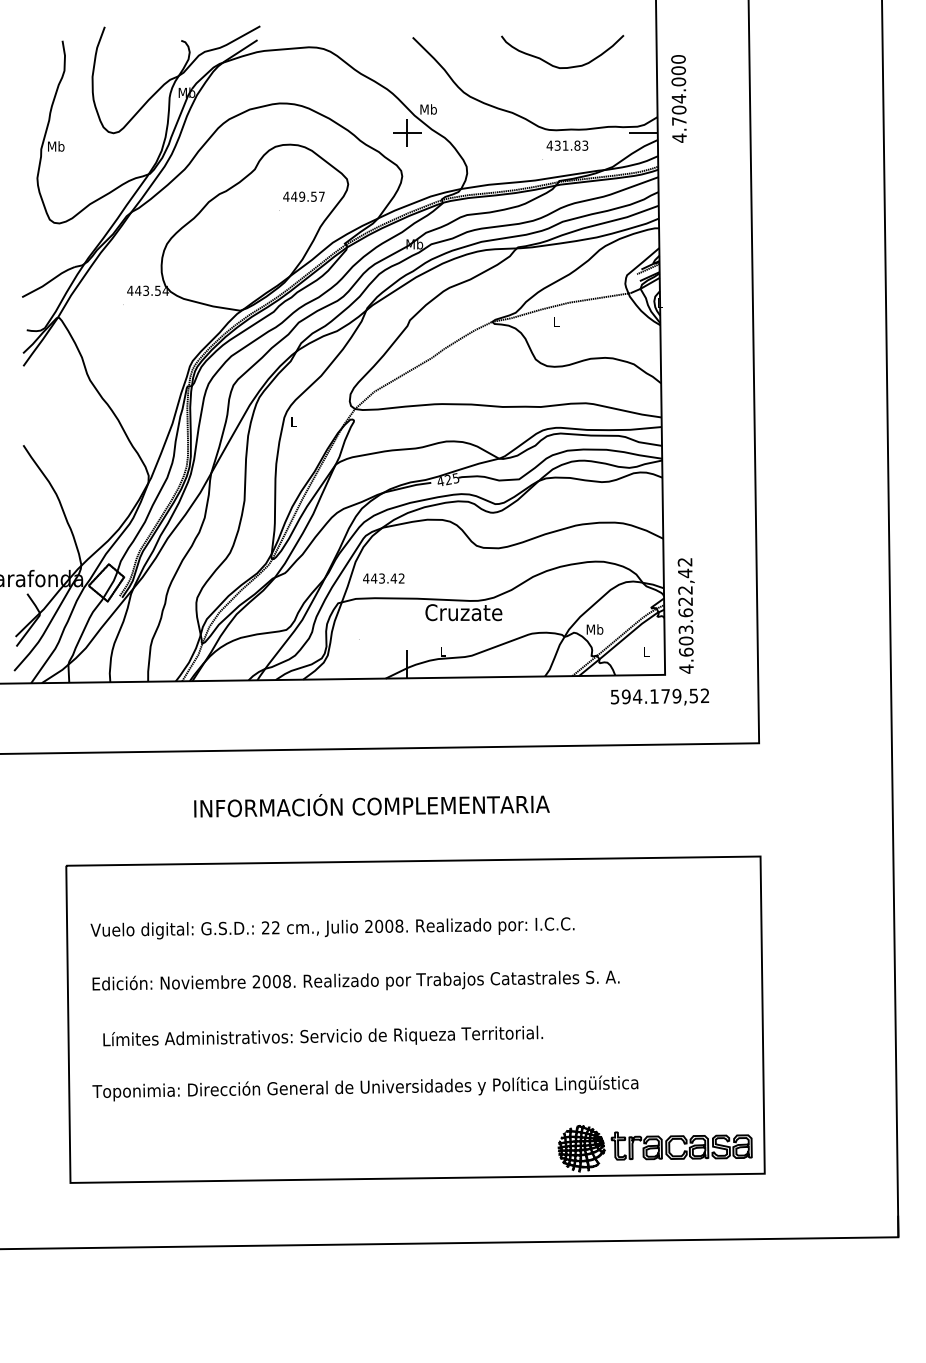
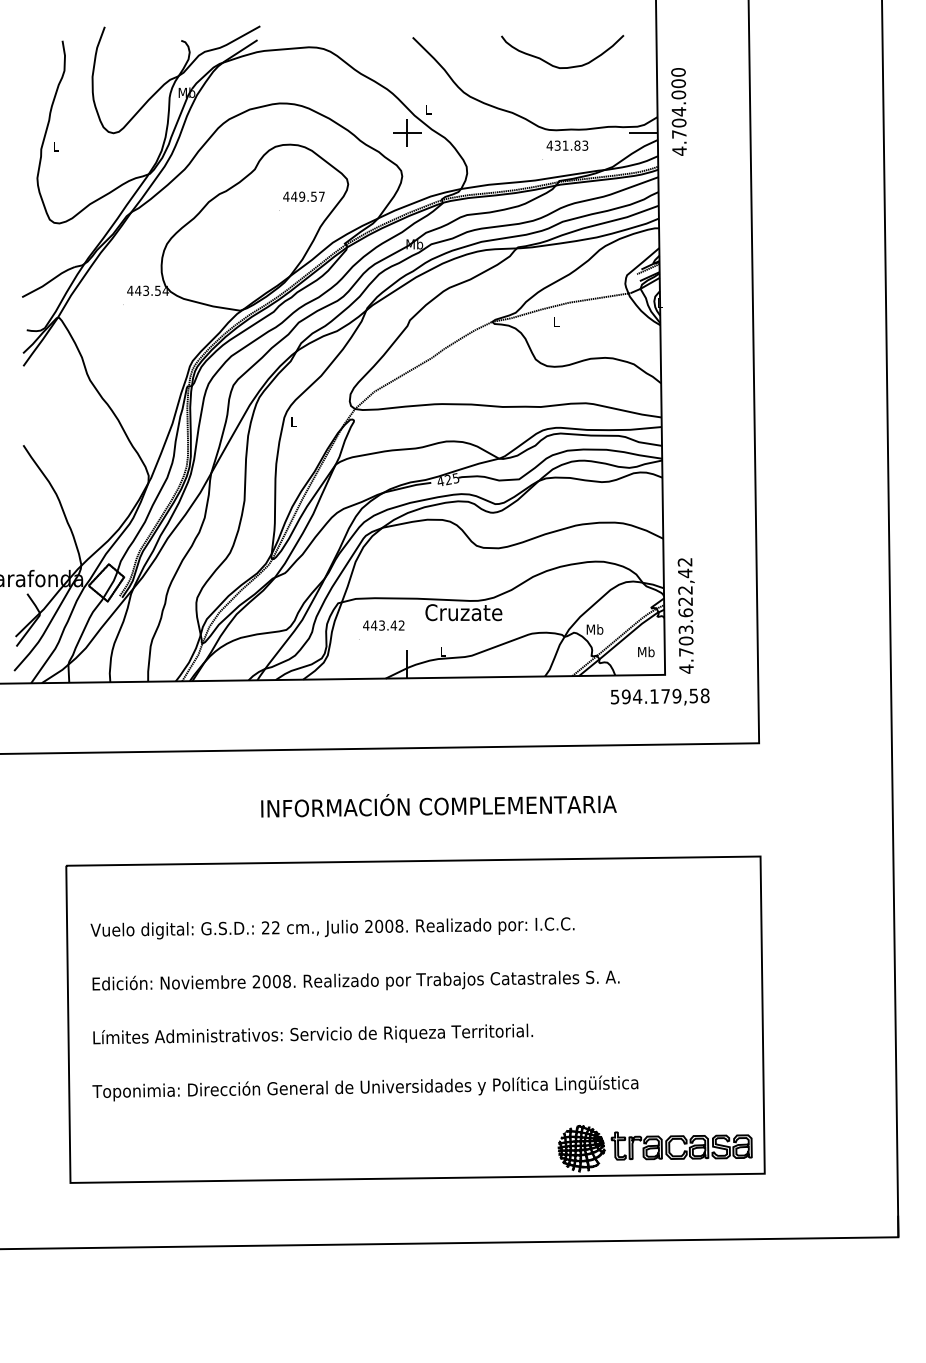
text at (678, 98) position: (678, 98) -> (678, 111)
text at (428, 109): Mb -> L
text at (56, 146): Mb -> L
text at (383, 578) position: (383, 578) -> (383, 625)
text at (646, 651): L -> Mb
text at (686, 651): 4.603.622,42 -> 4.703.622,42
text at (704, 695): 594.179,52 -> 594.179,58
text at (371, 805) position: (371, 805) -> (438, 805)
text at (323, 1035) position: (323, 1035) -> (313, 1033)
